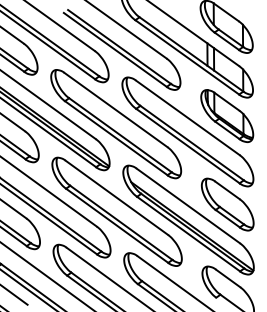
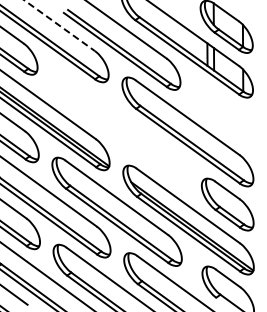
line at (59, 25): solid -> dashed
part at (227, 115): present -> none
part at (116, 124): present -> none
